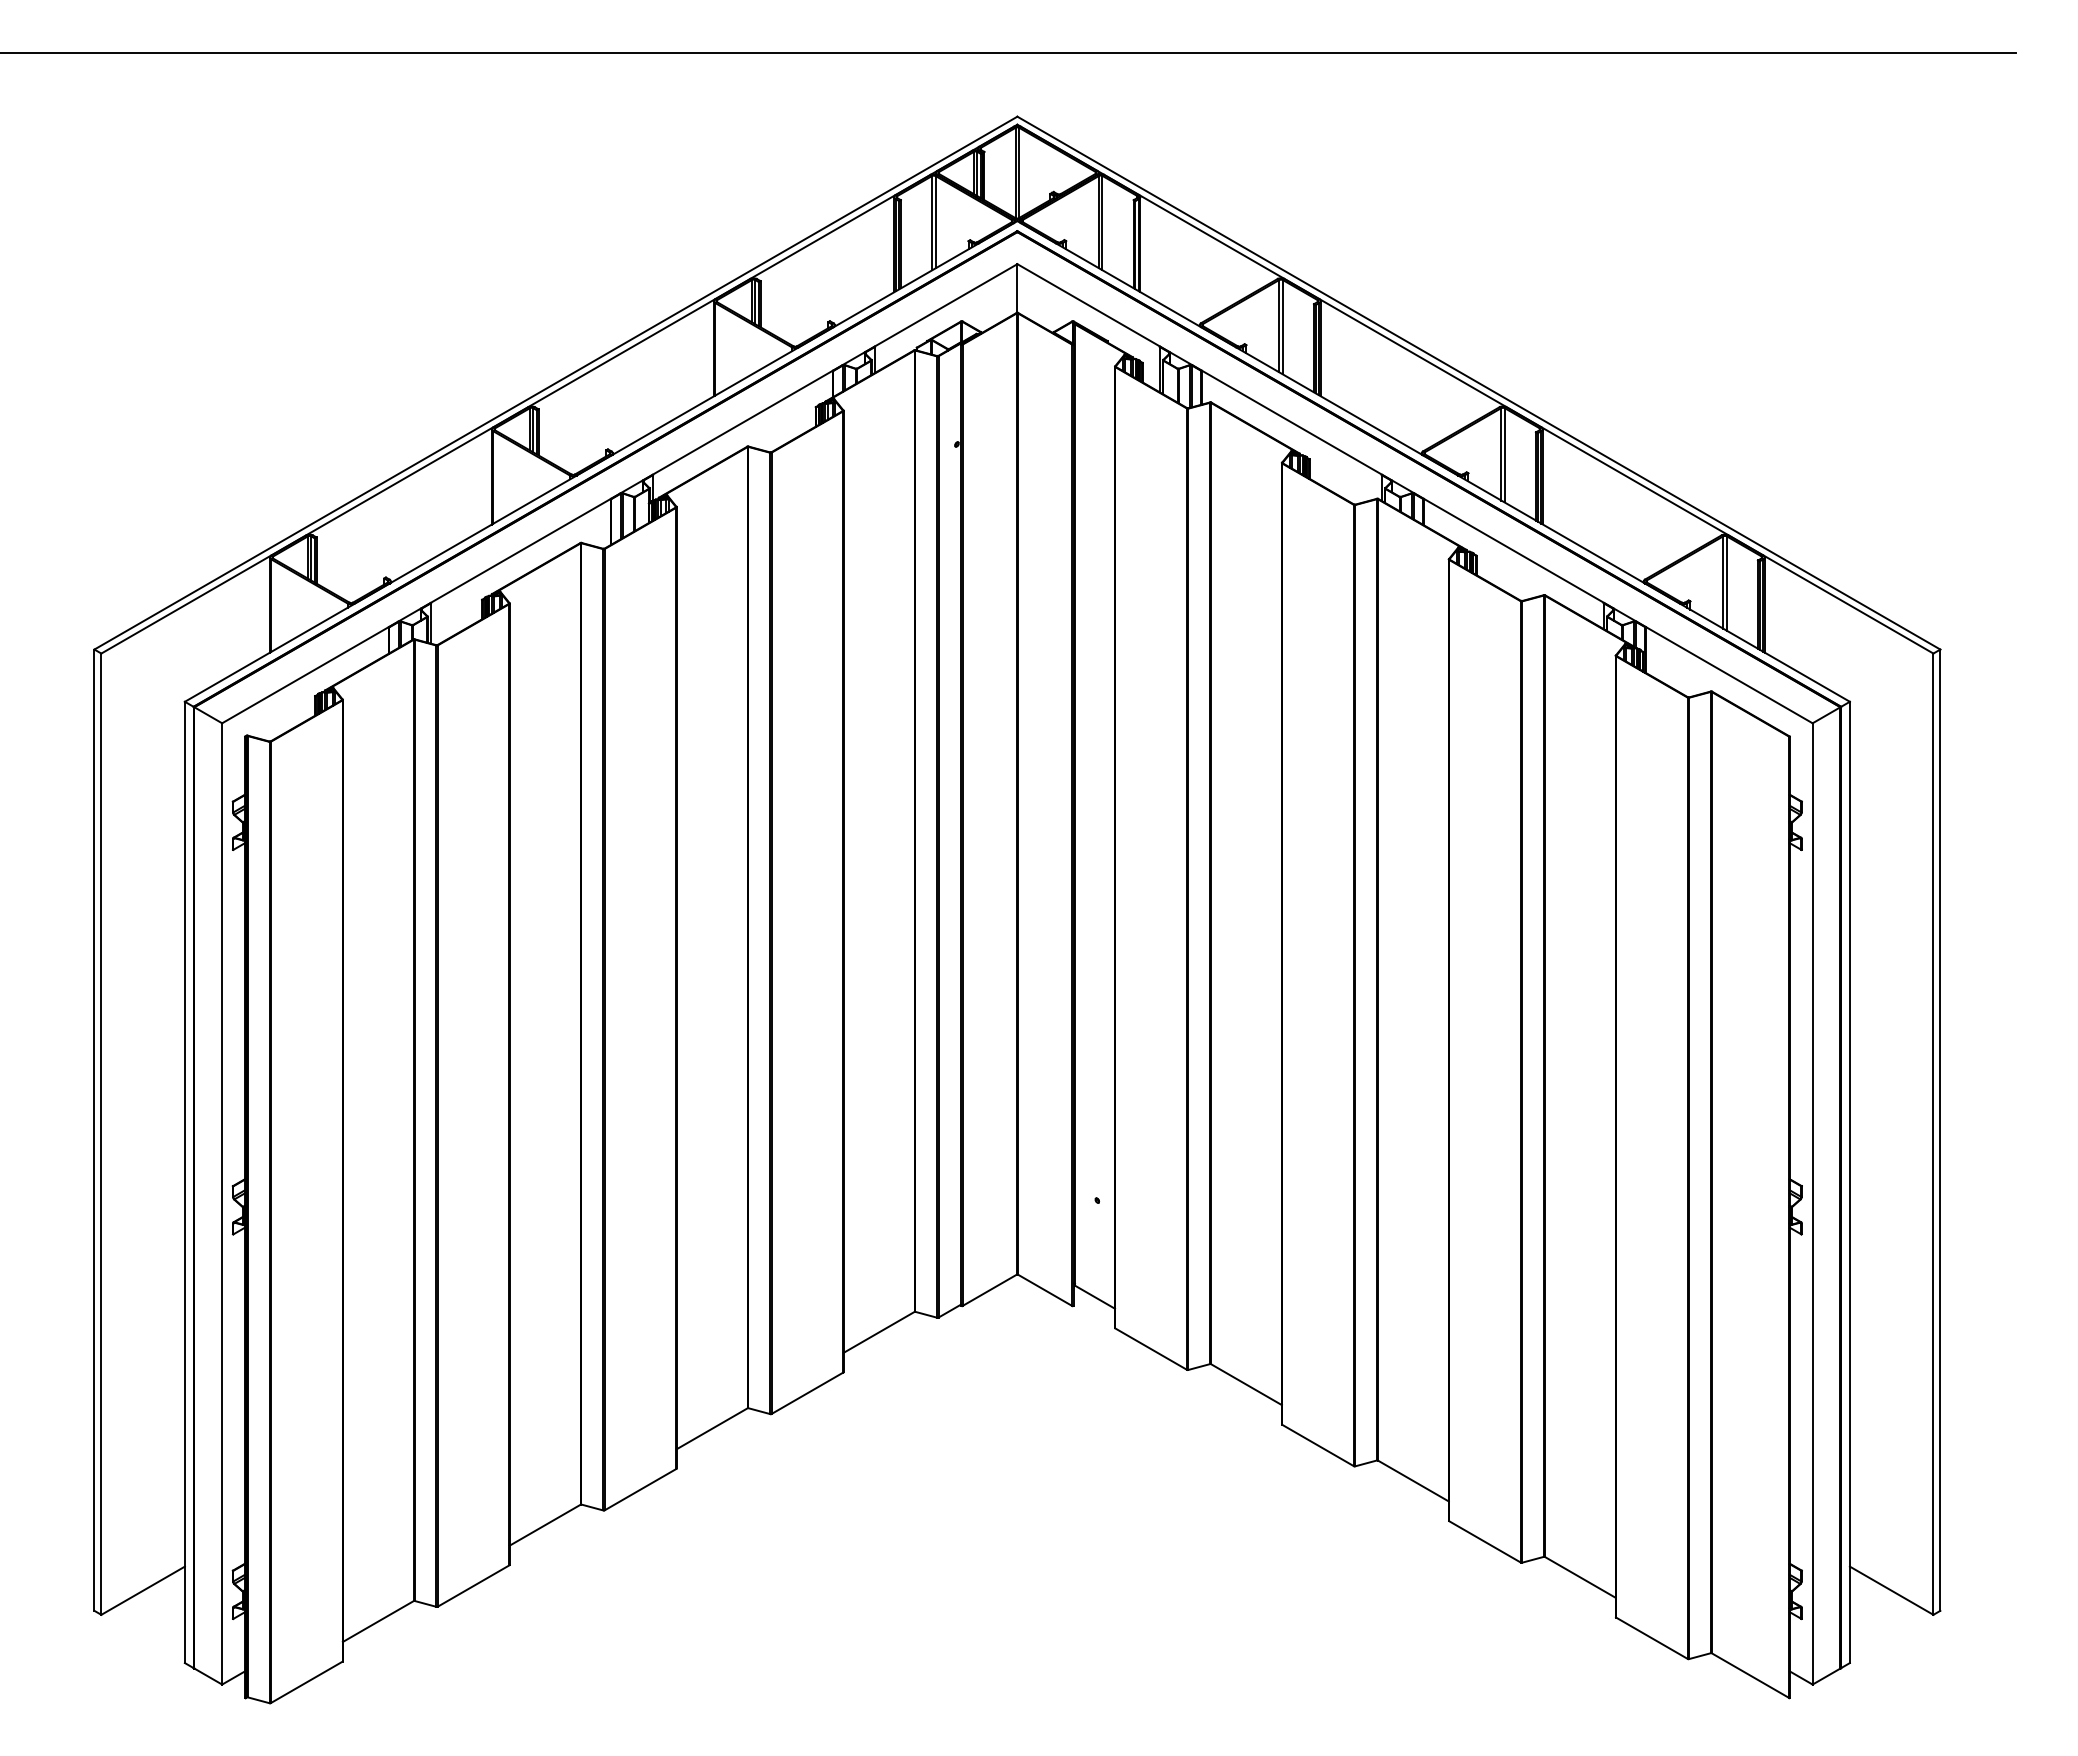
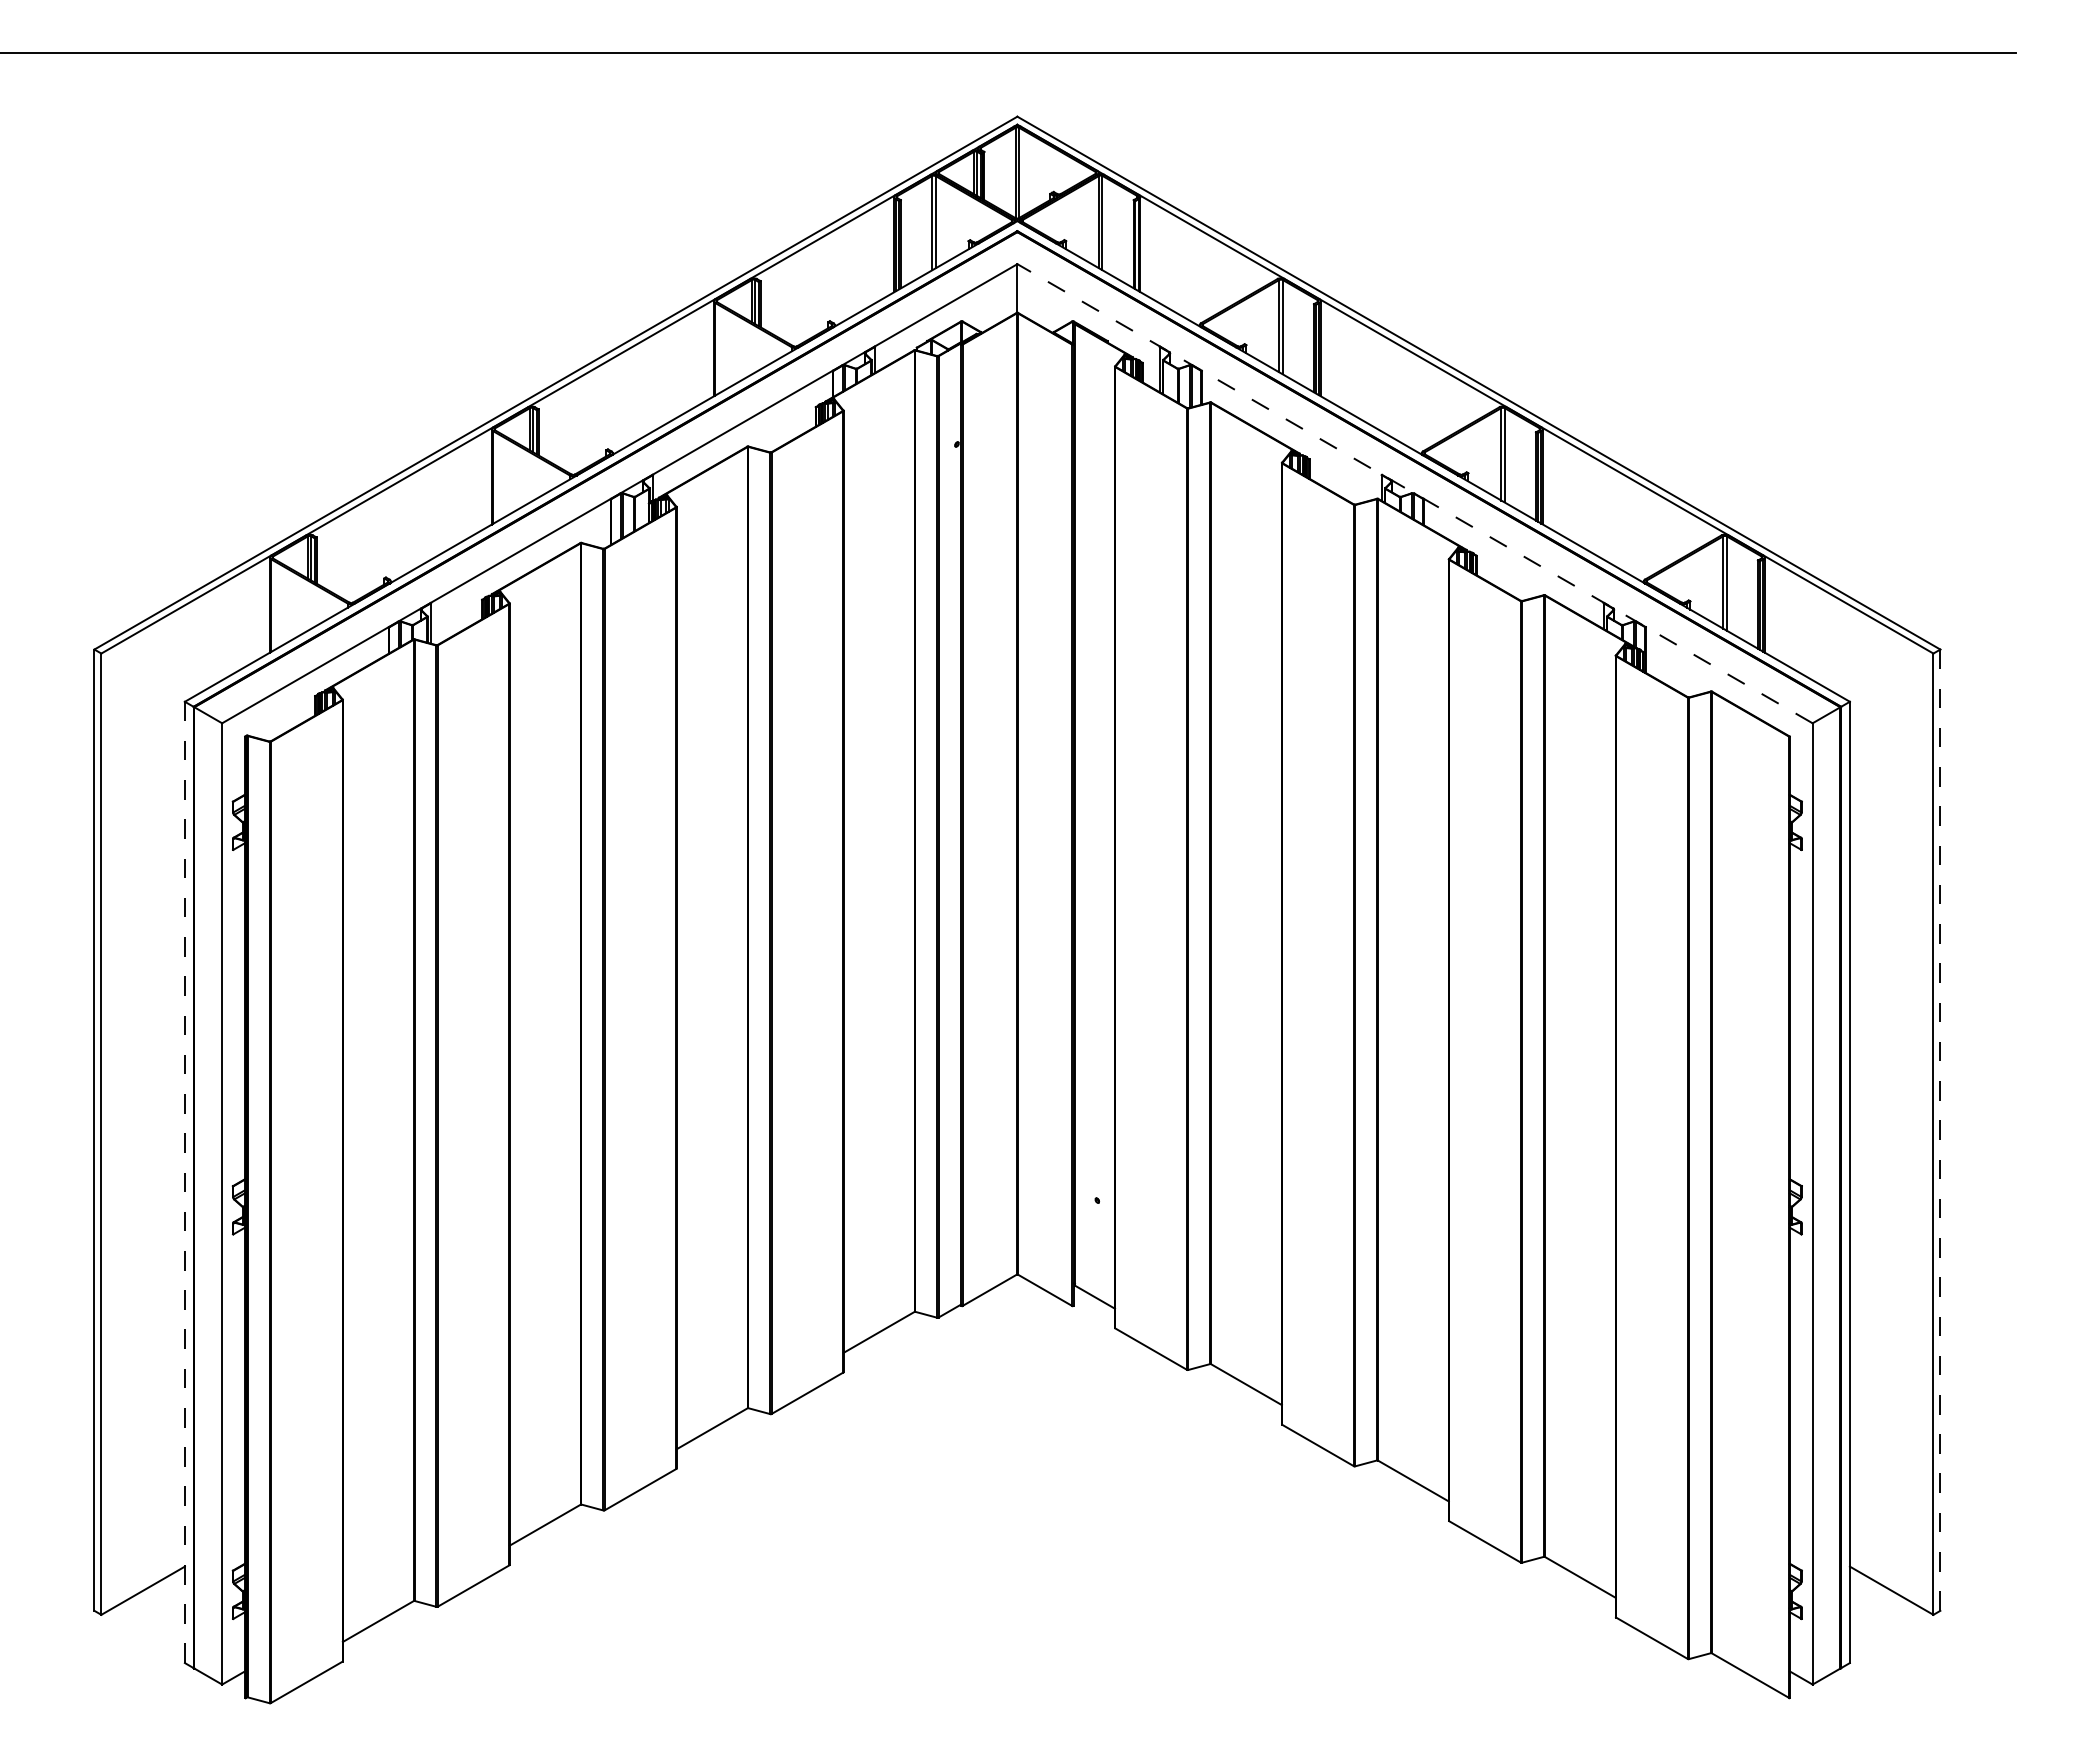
line at (1414, 493): solid -> dashed
line at (1940, 1130): solid -> dashed
line at (184, 1182): solid -> dashed
